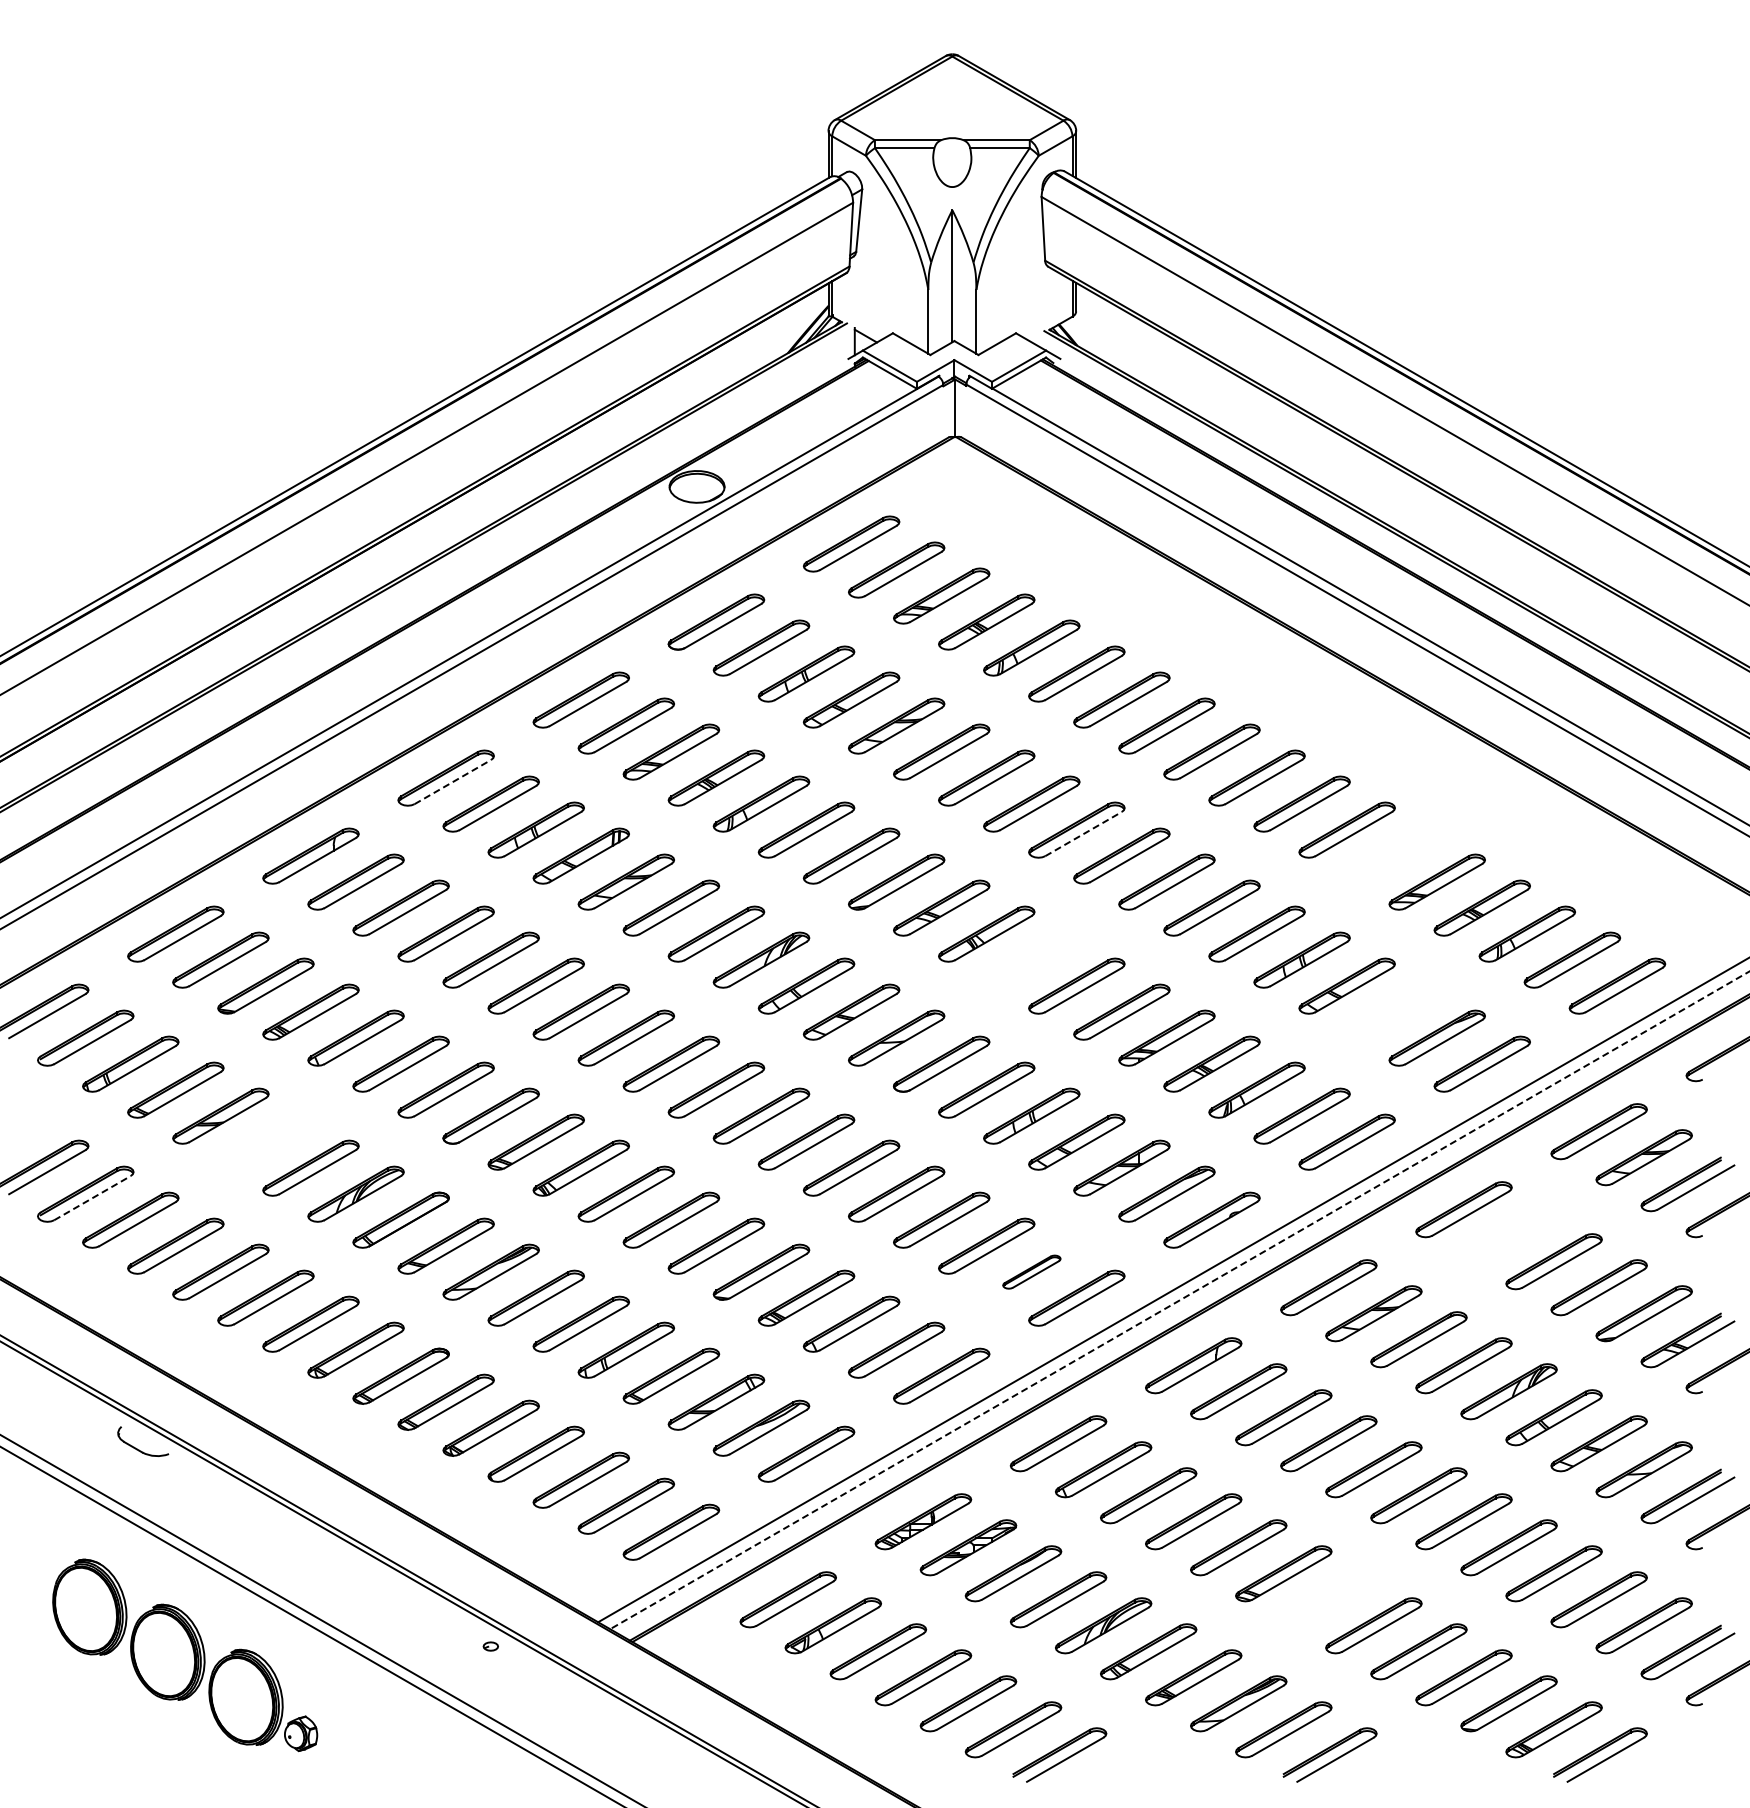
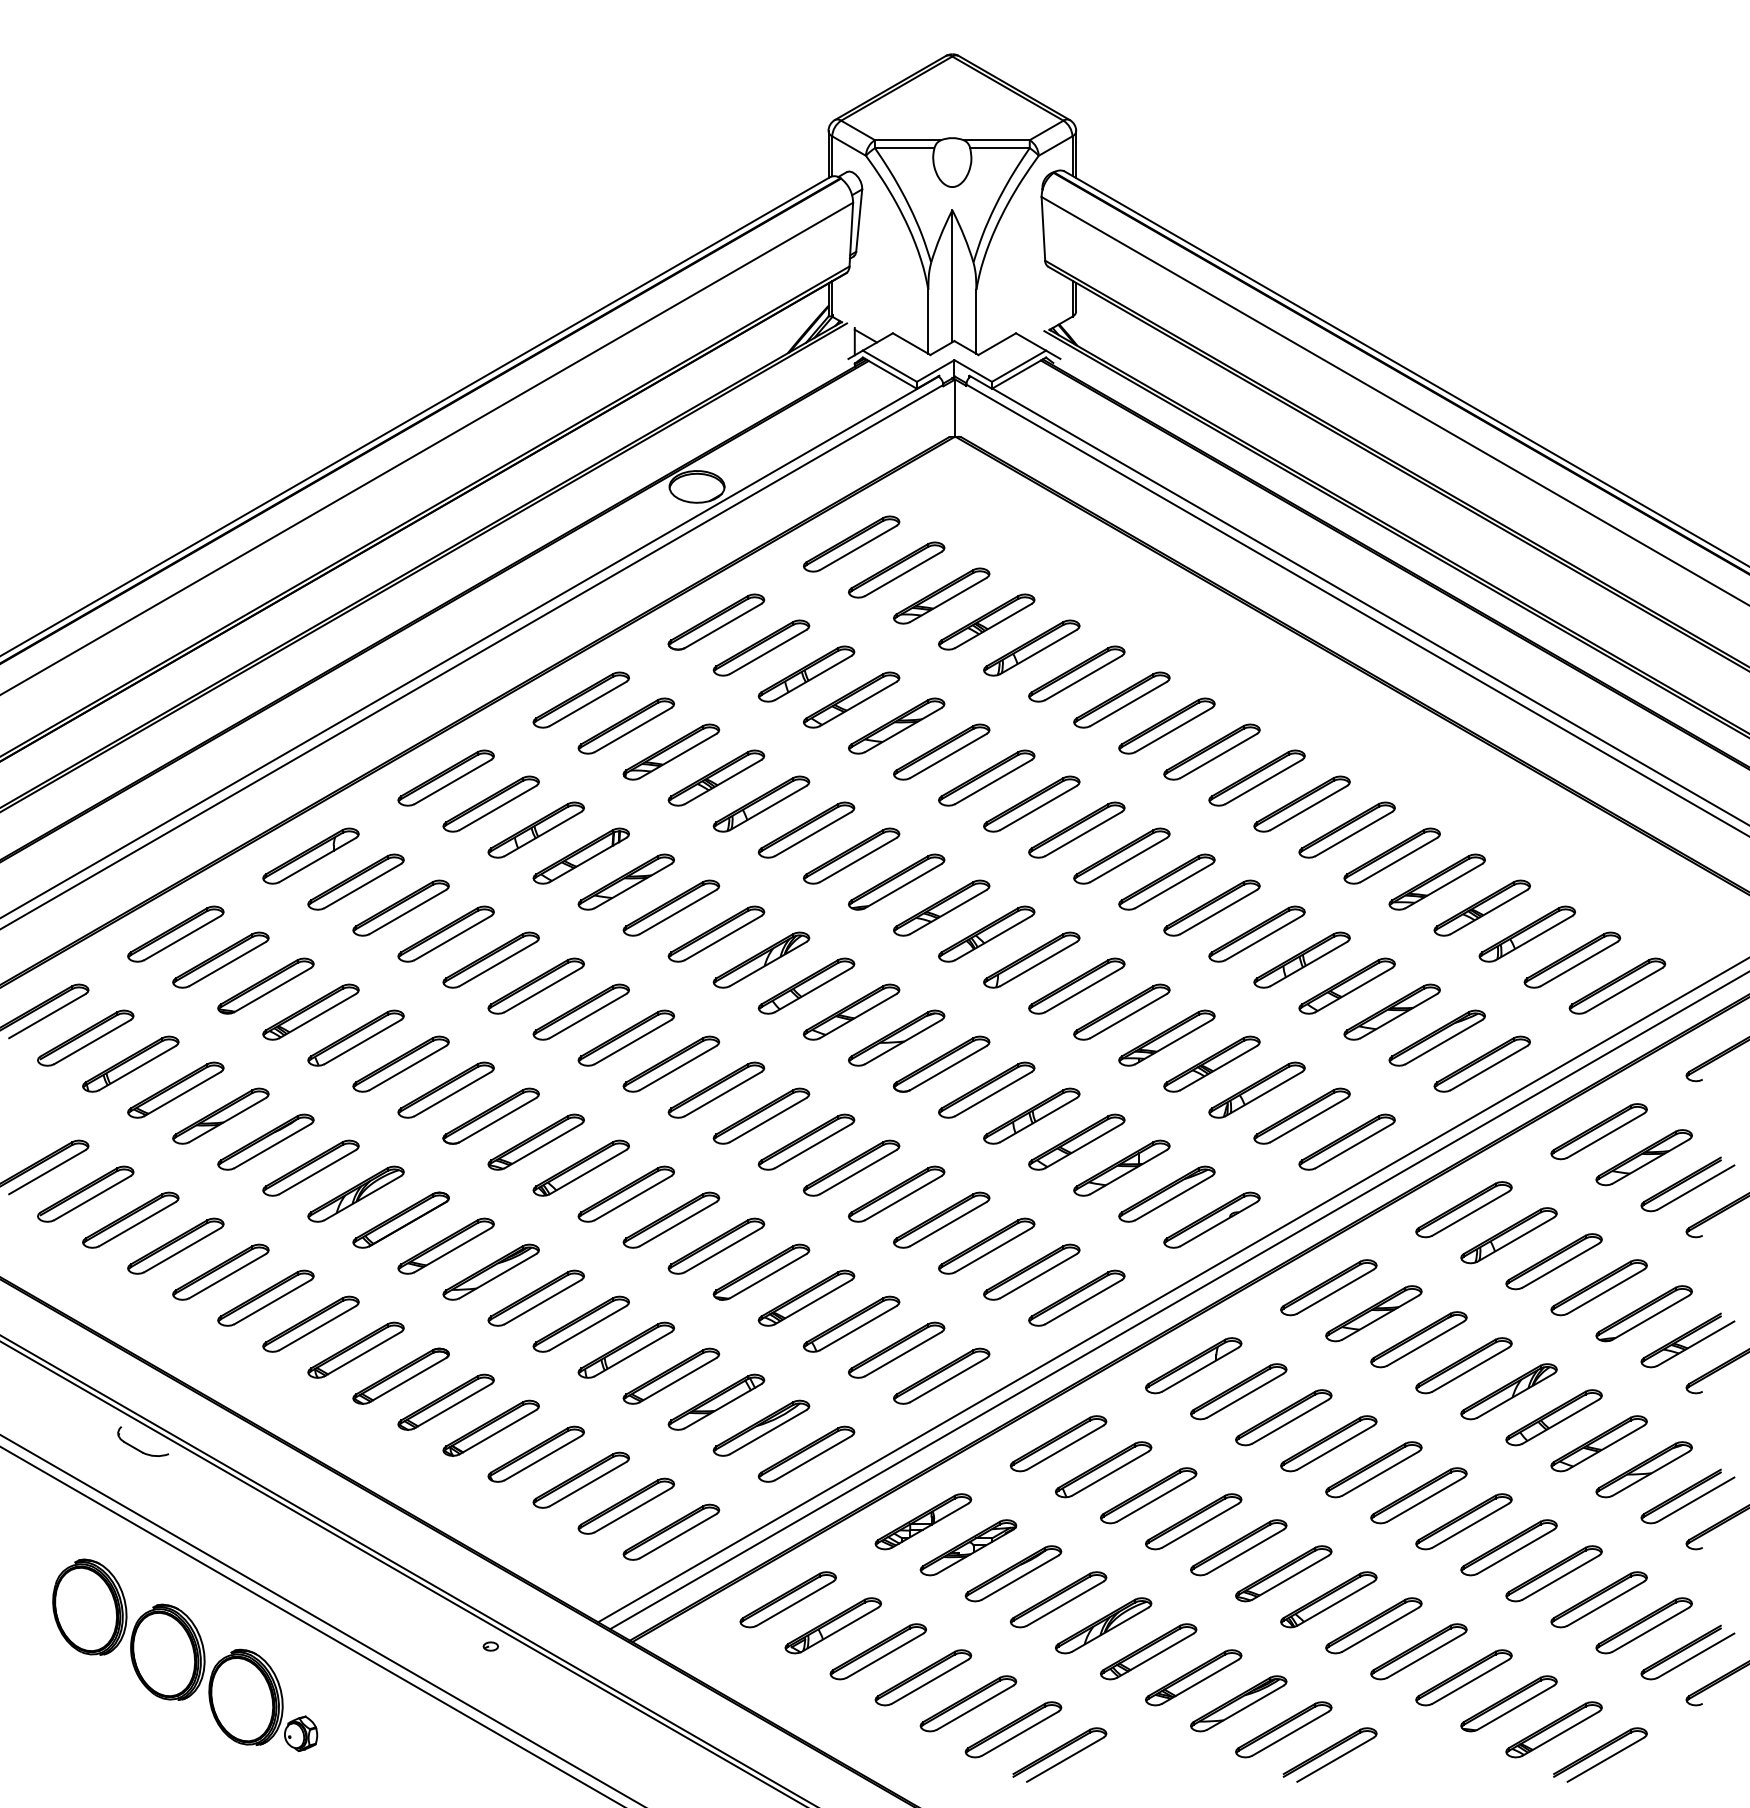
line at (453, 781): dashed -> solid
line at (1084, 833): dashed -> solid
part at (1391, 855): none -> present
part at (1031, 959): none -> present
part at (1391, 1011): none -> present
part at (265, 1141): none -> present
line at (92, 1197): dashed -> solid
part at (1508, 1235): none -> present
part at (1031, 1271) size: 60x36 px -> 98x58 px
line at (1180, 1300): dashed -> solid
part at (1328, 1599): none -> present
